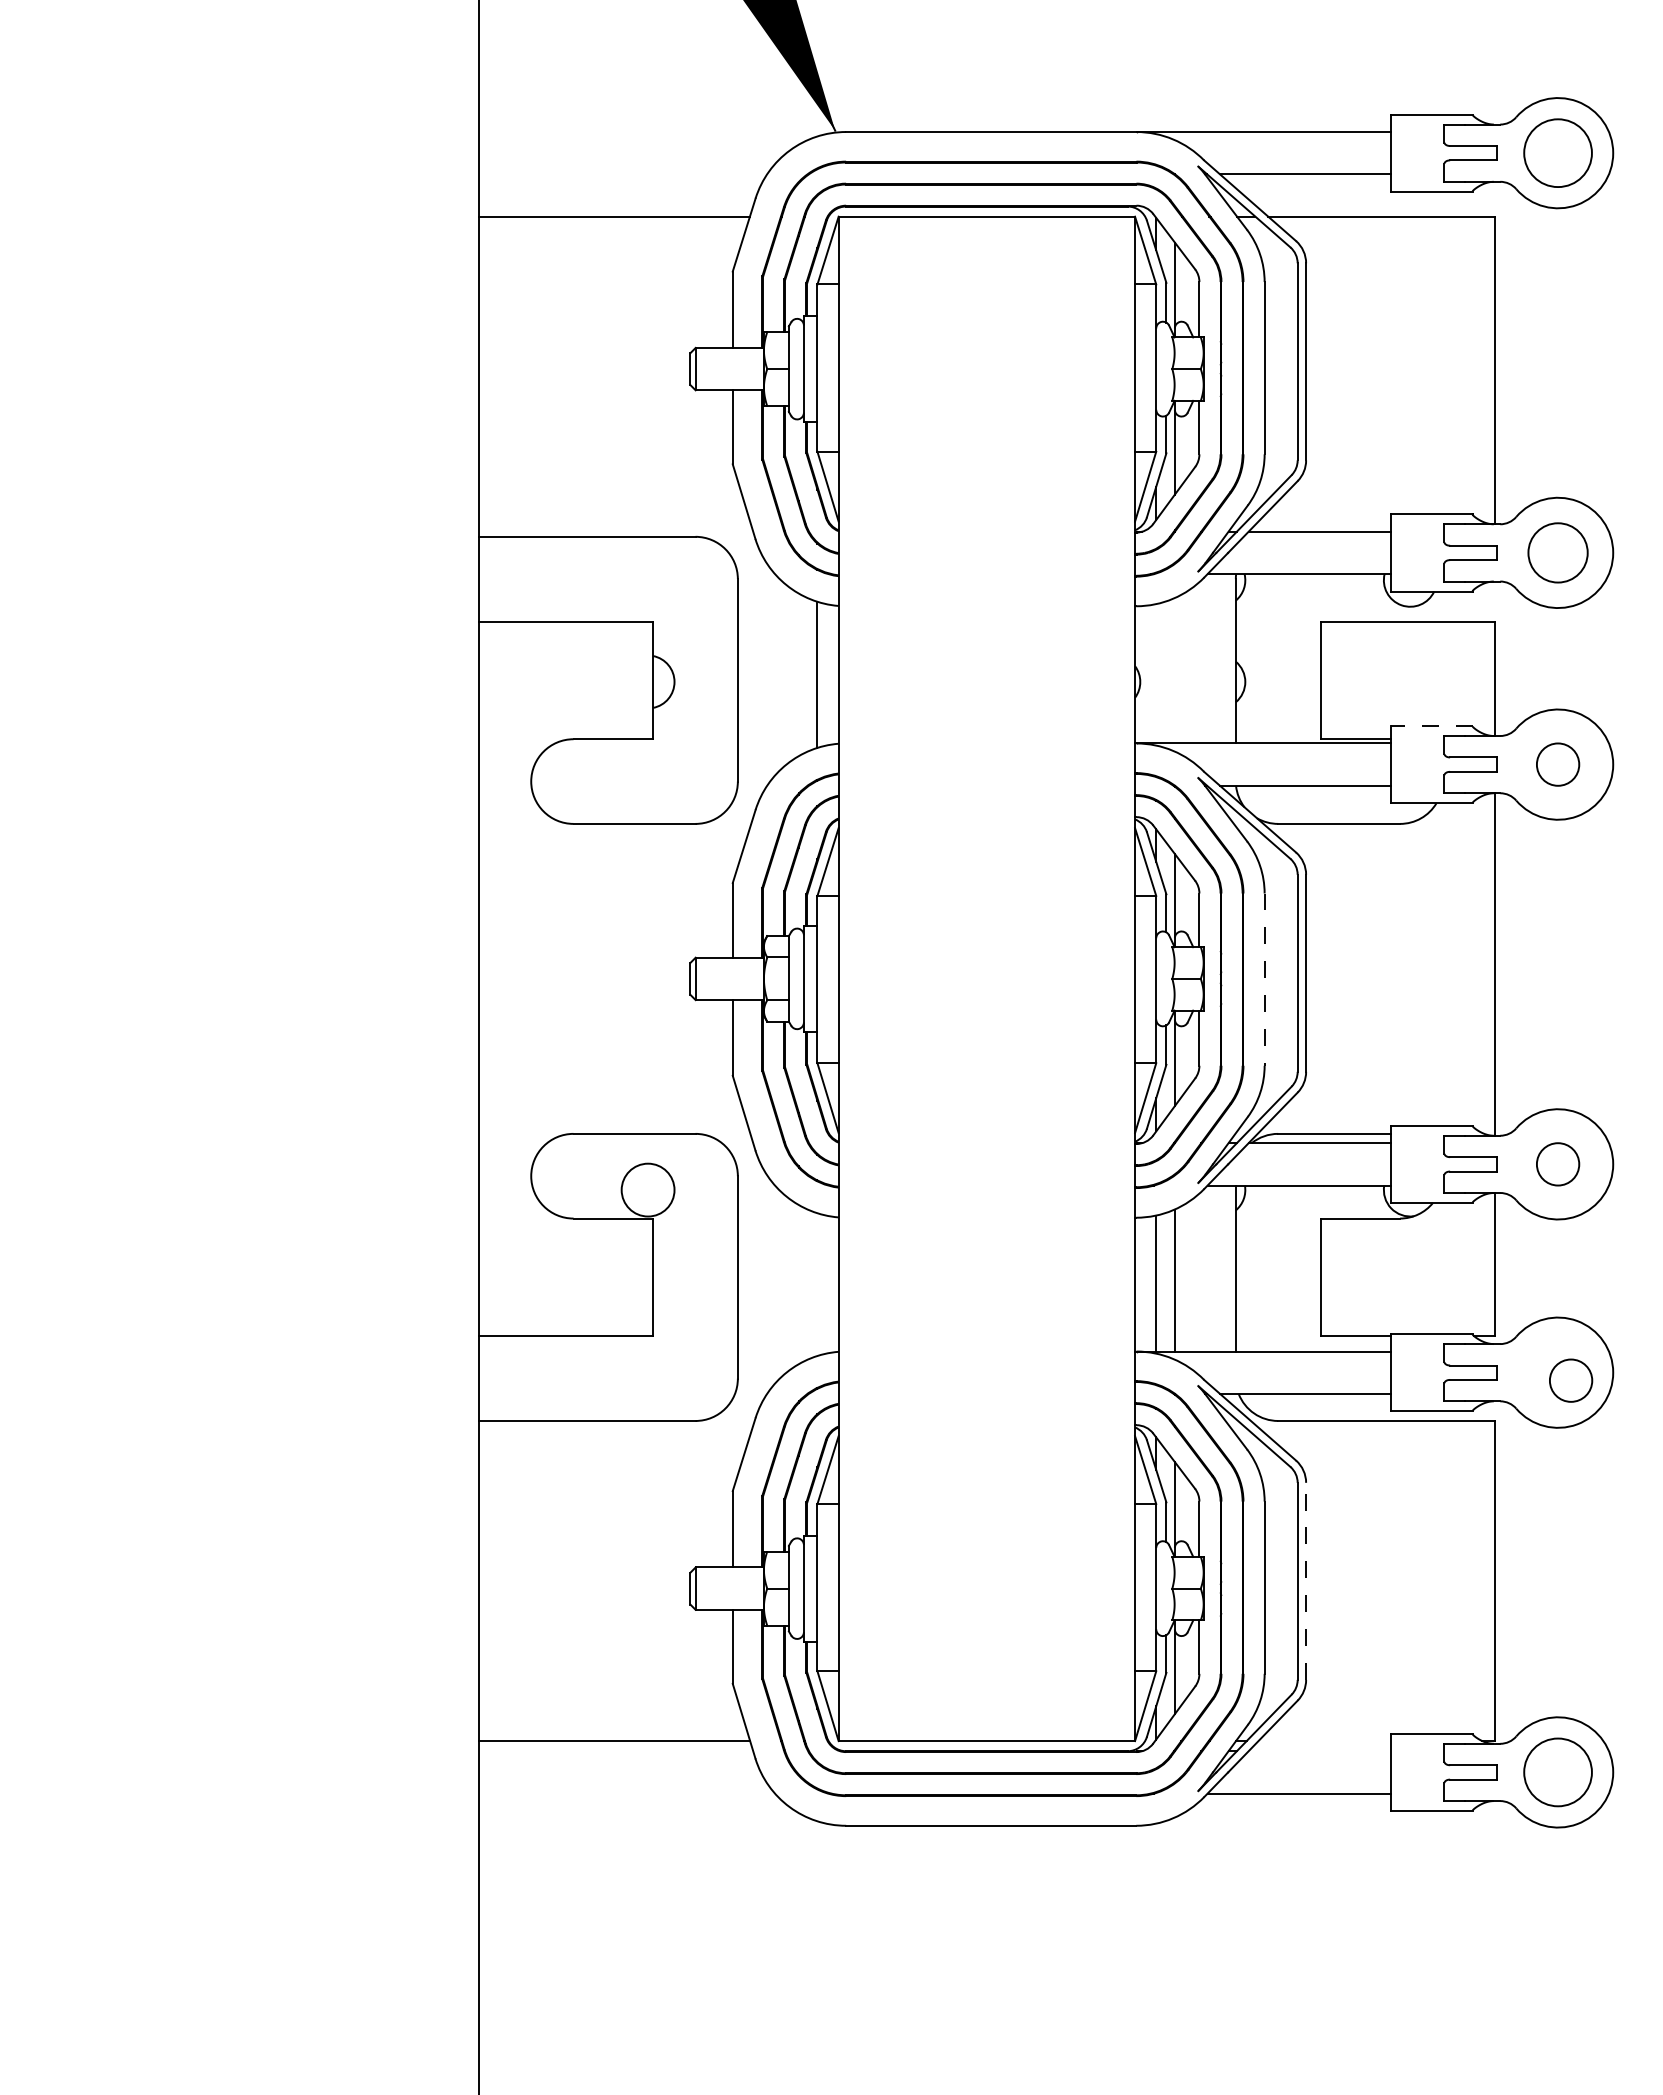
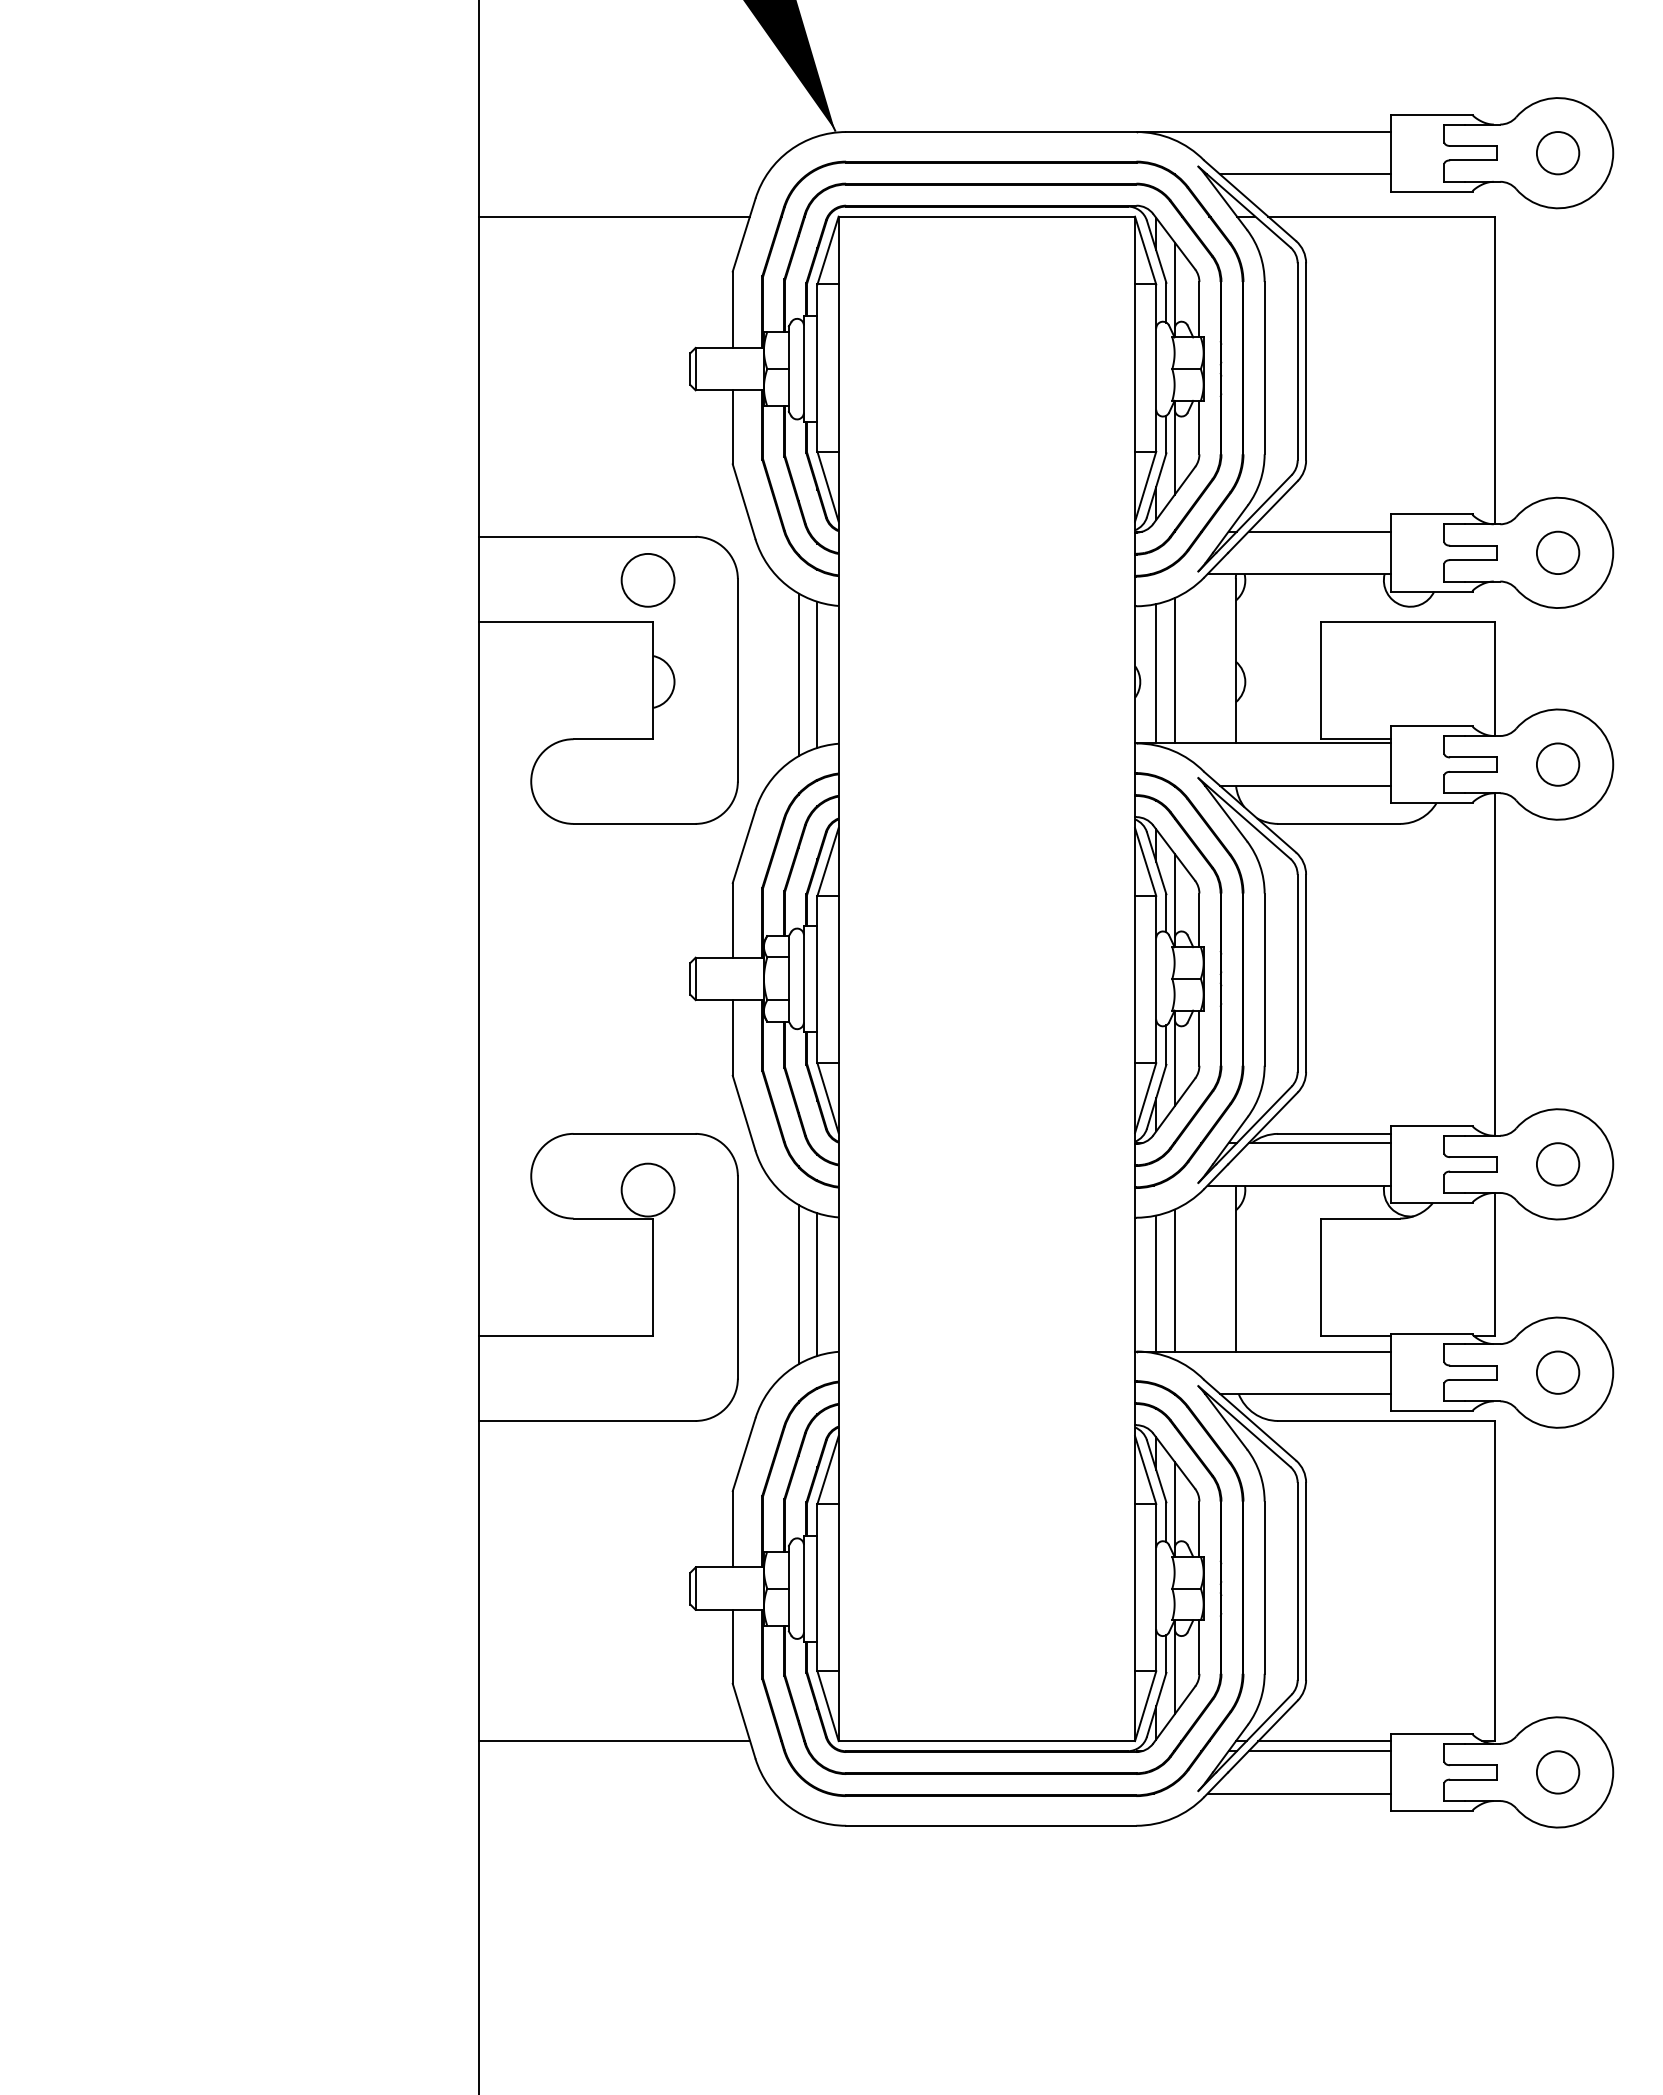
circle at (1557, 153) diameter: 68 px -> 42 px
circle at (1557, 552) diameter: 59 px -> 42 px
circle at (647, 580): none -> present
line at (1174, 670): none -> present
line at (1156, 673): none -> present
line at (798, 674): none -> present
line at (1431, 726): dashed -> solid
line at (1264, 980): dashed -> solid
line at (798, 1284): none -> present
line at (817, 1284): none -> present
circle at (1571, 1380) position: (1571, 1380) -> (1558, 1372)
line at (1306, 1581): dashed -> solid
line at (1324, 1741): none -> present
line at (1319, 1751): none -> present
circle at (1557, 1772) diameter: 68 px -> 42 px
